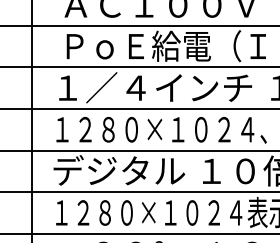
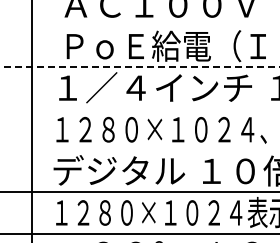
line at (139, 25): present -> none
line at (139, 67): solid -> dashed
line at (139, 109): present -> none
line at (139, 150): present -> none
